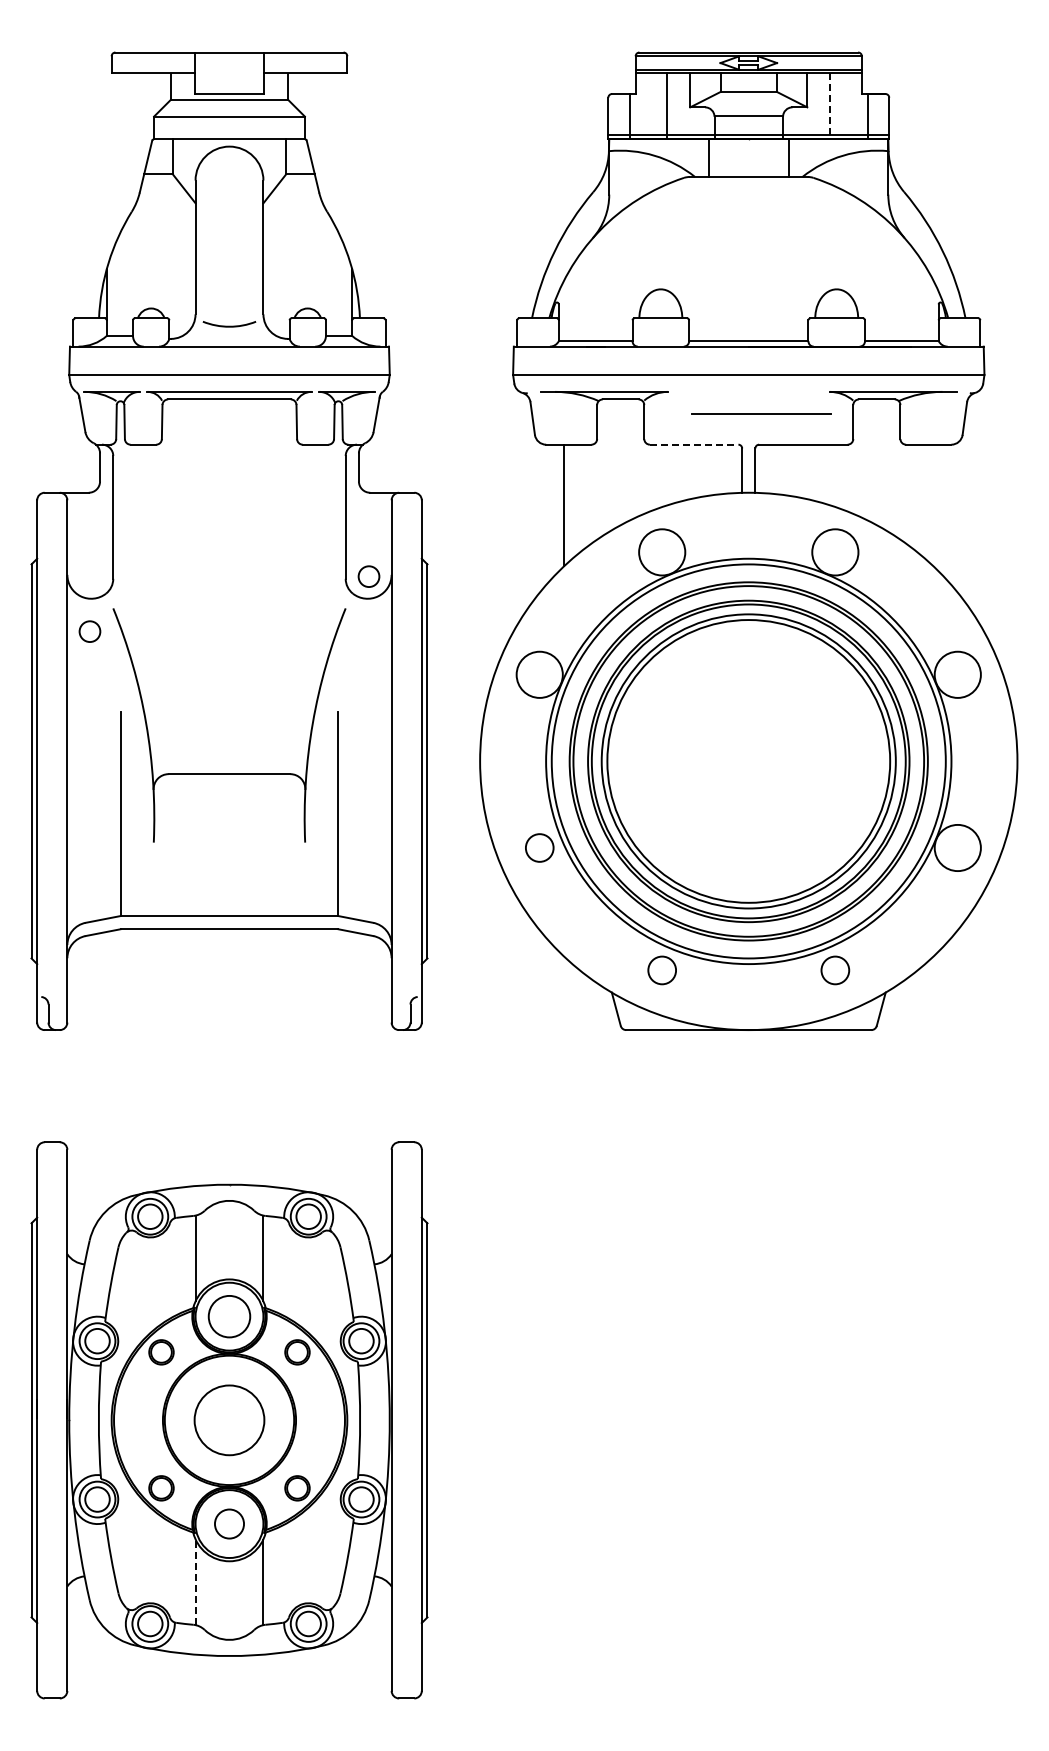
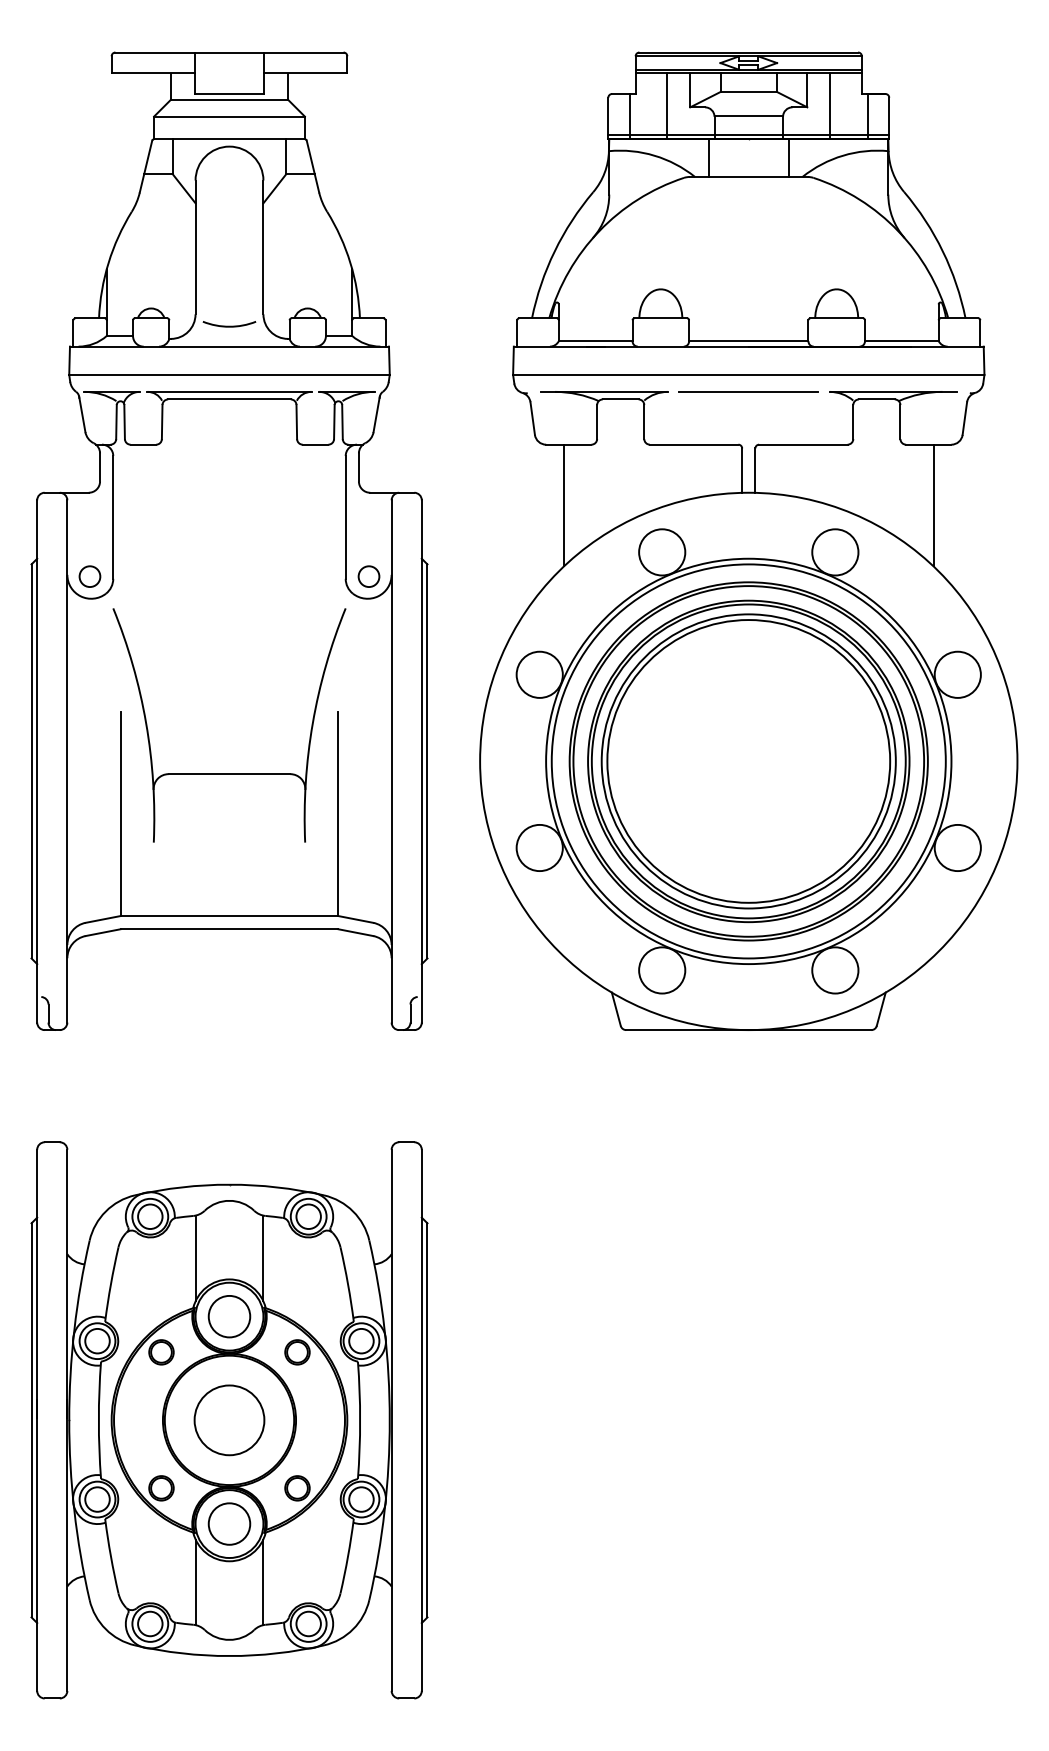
line at (830, 106): dashed -> solid
line at (761, 413) position: (761, 413) -> (748, 391)
line at (694, 444): dashed -> solid
line at (933, 505): none -> present
circle at (89, 631) position: (89, 631) -> (89, 576)
circle at (539, 847) diameter: 28 px -> 46 px
circle at (662, 970) diameter: 28 px -> 46 px
circle at (835, 970) diameter: 28 px -> 46 px
circle at (229, 1523) size: 31x32 px -> 45x44 px
line at (195, 1582): dashed -> solid
